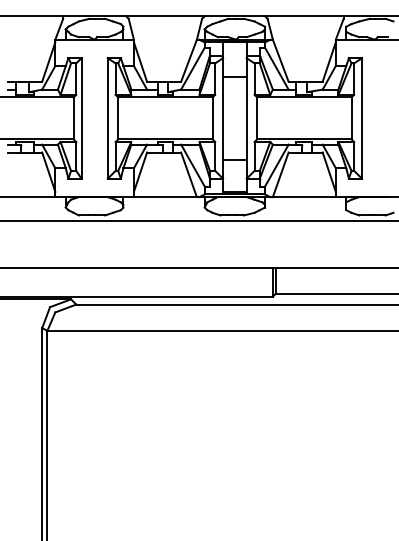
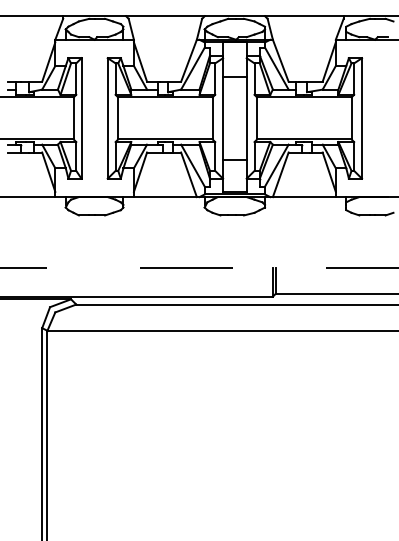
line at (198, 220): present -> none
line at (200, 267): solid -> dashed
